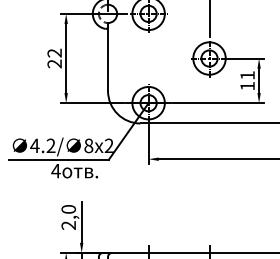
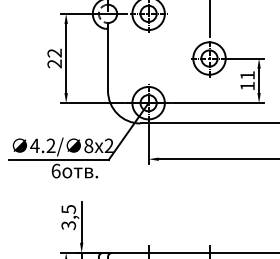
text at (55, 170): 4 -> 6
text at (68, 217): 2,0 -> 3,5
